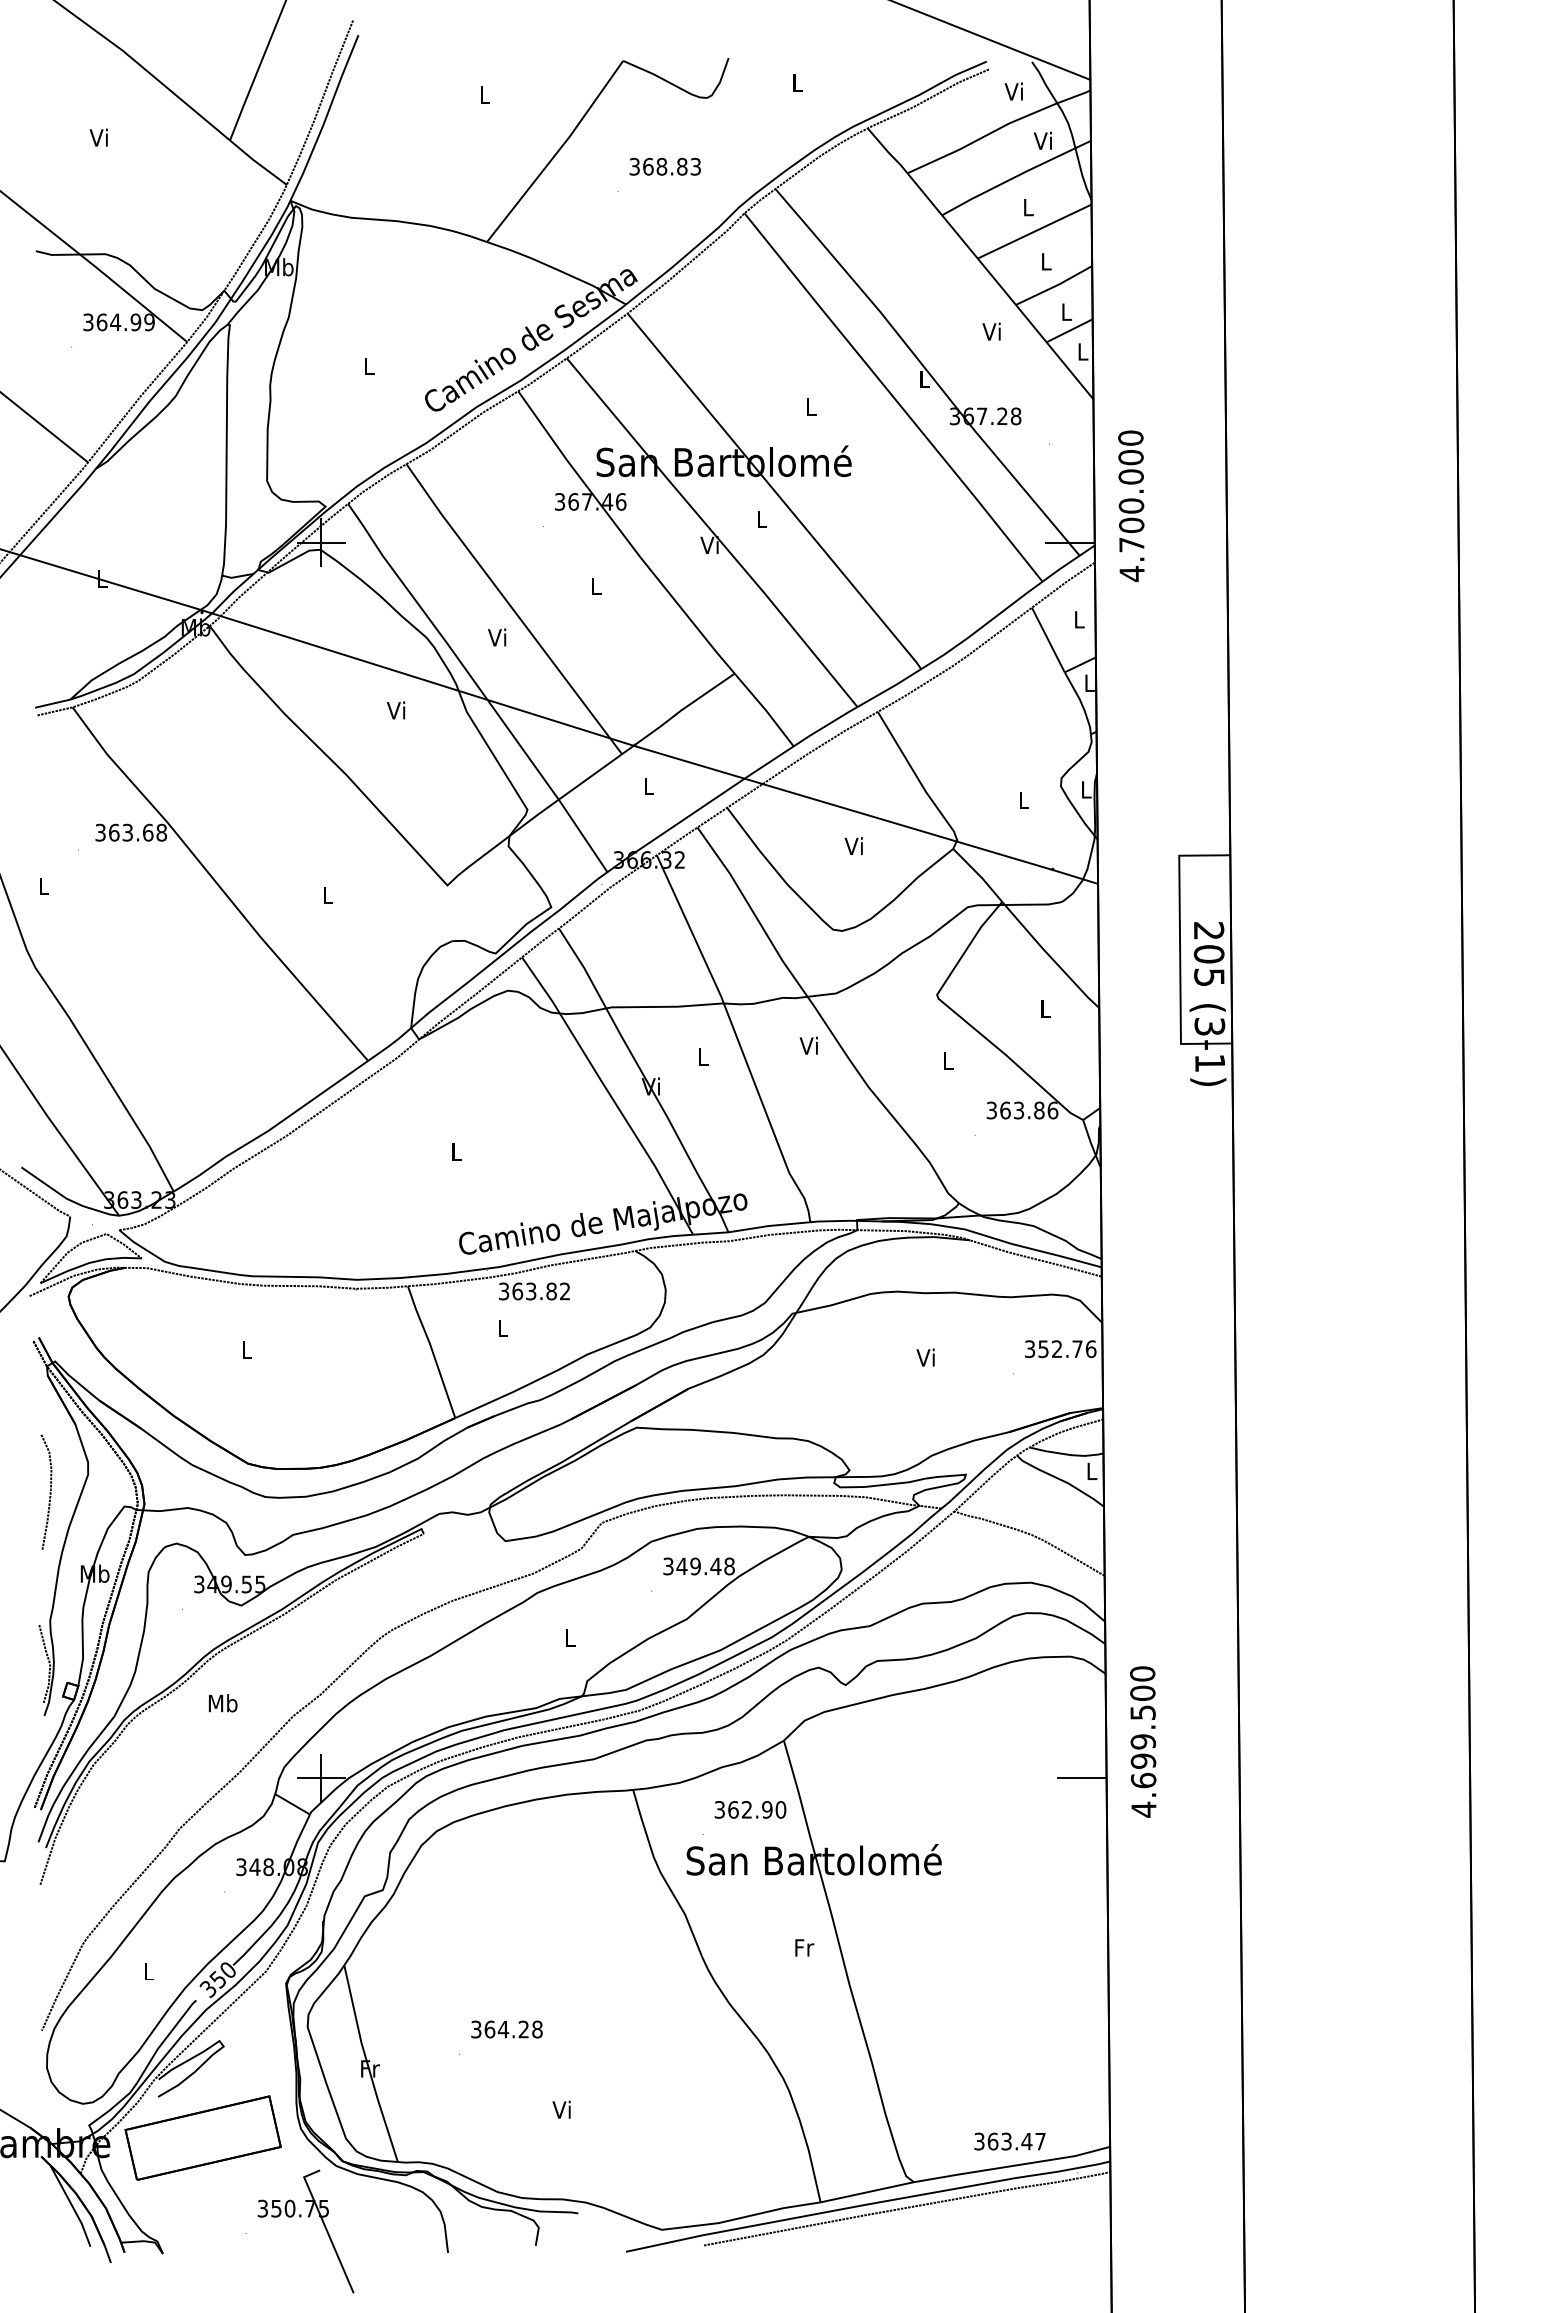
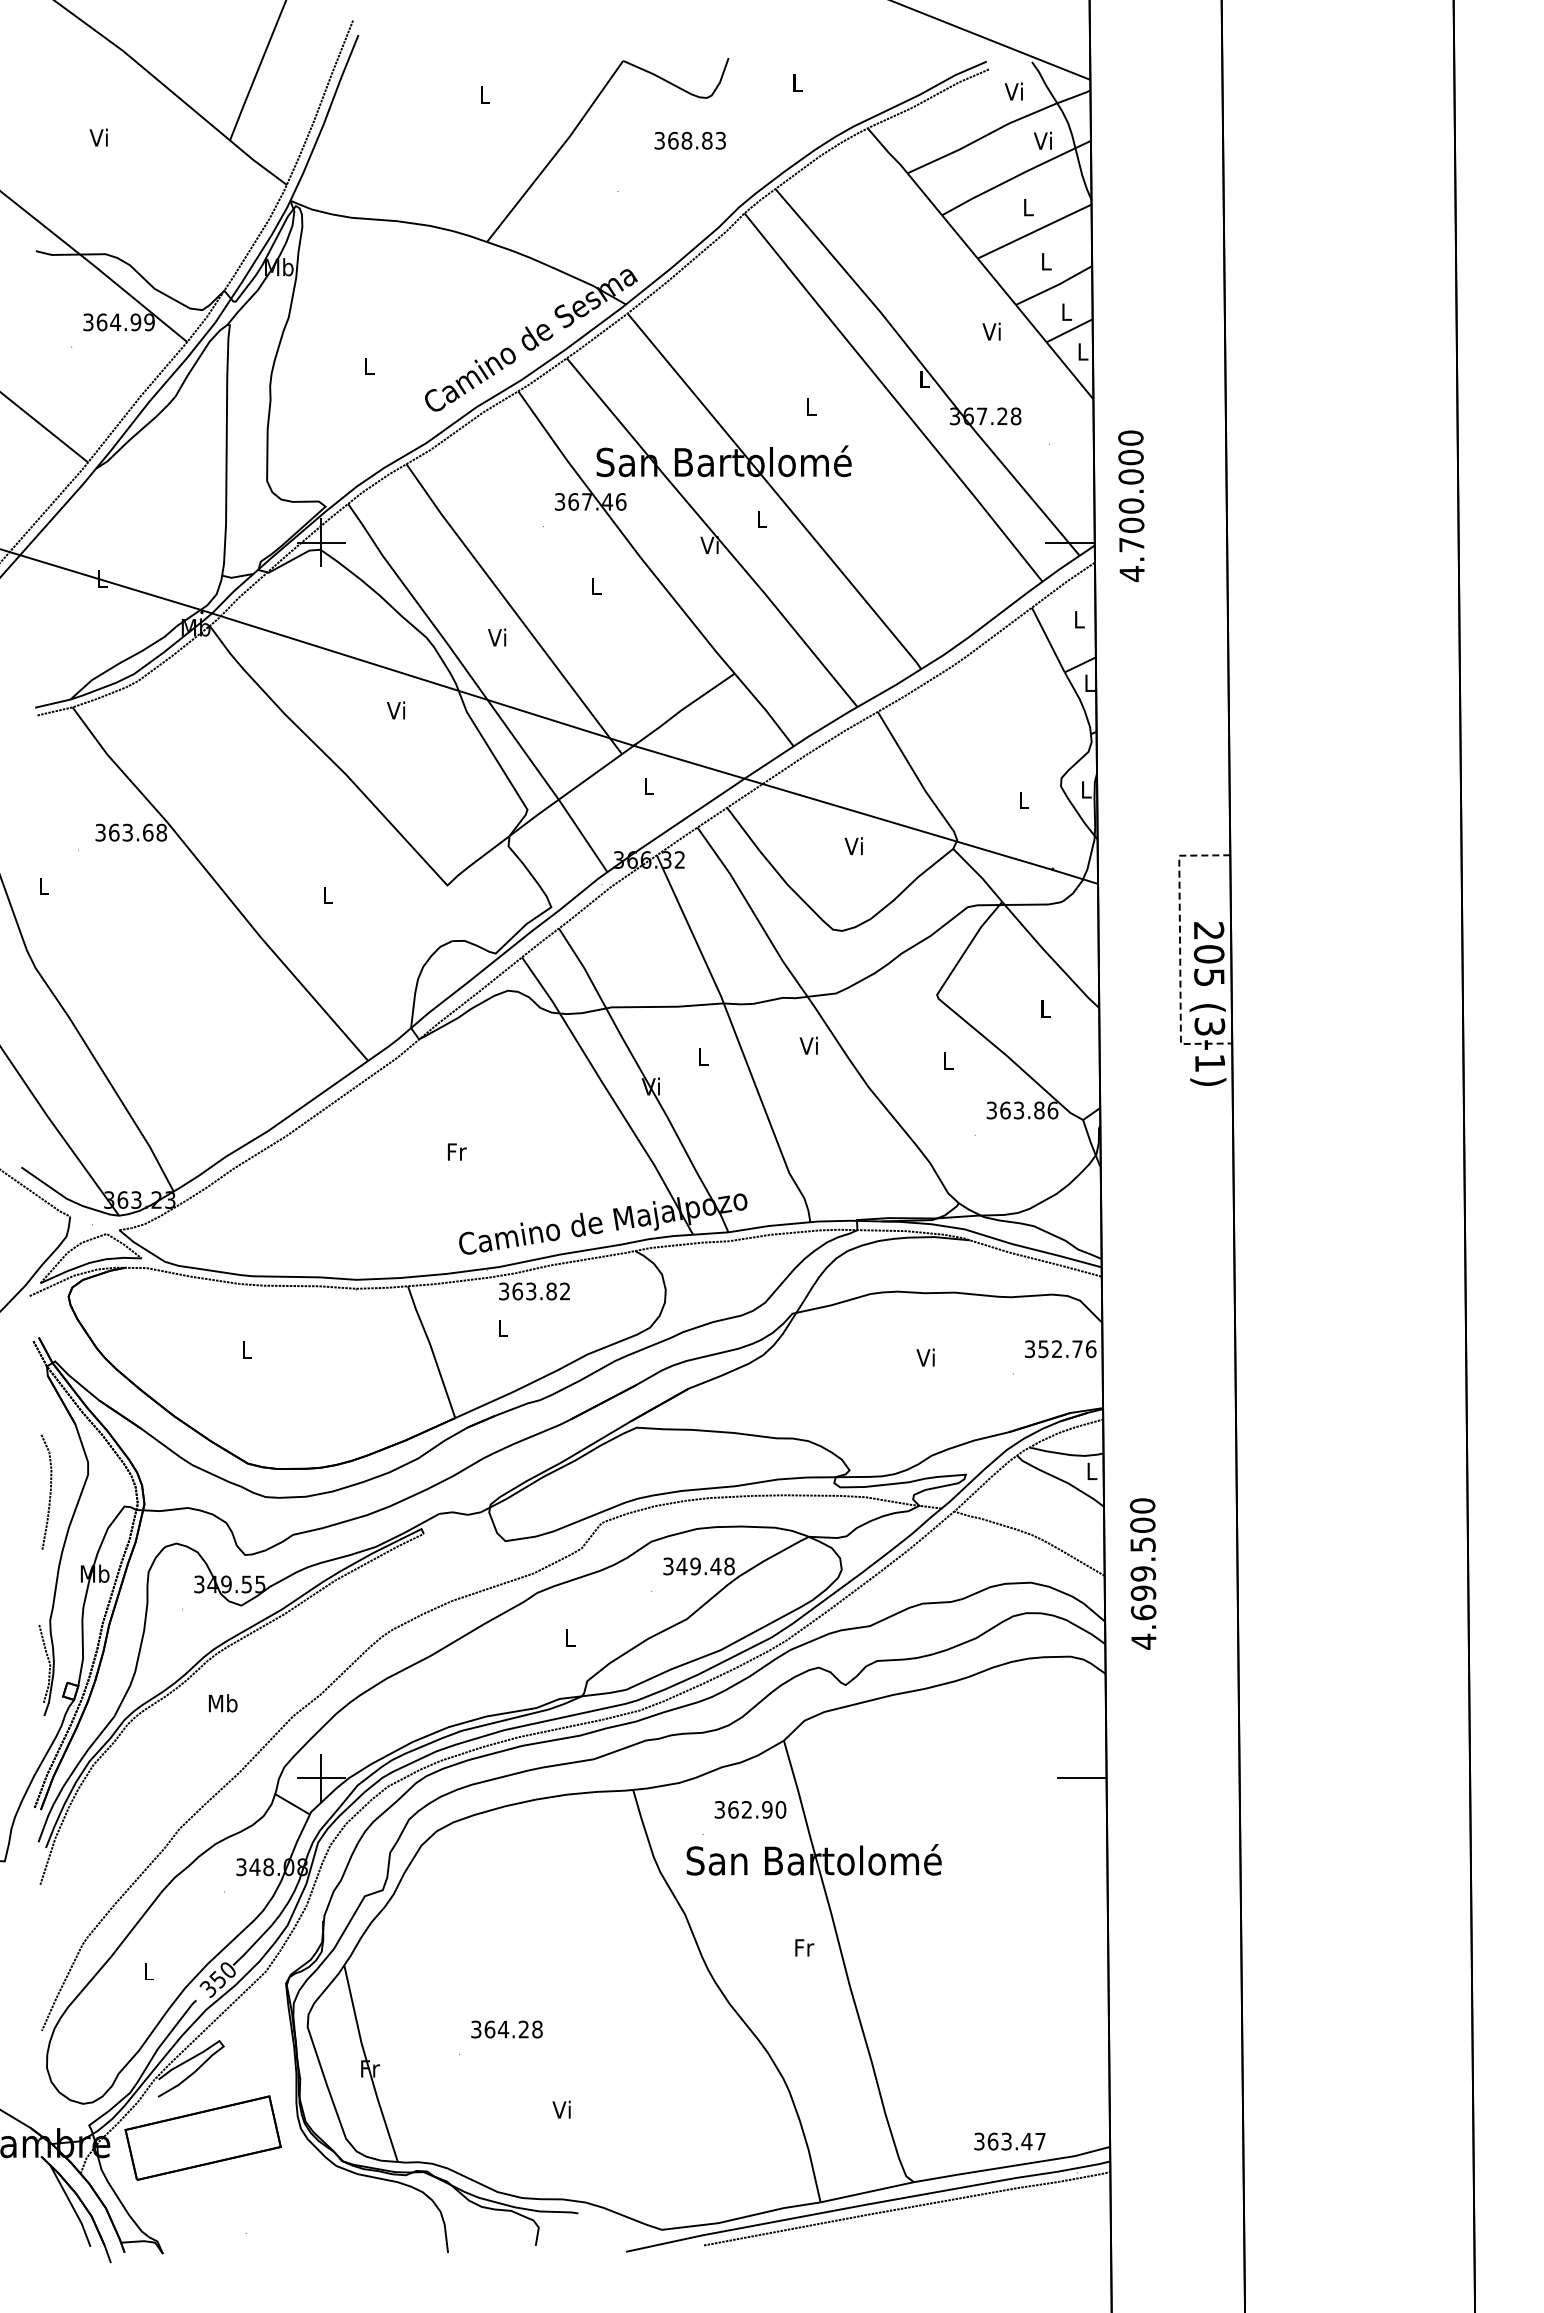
text at (664, 166) position: (664, 166) -> (689, 140)
line at (1180, 950): solid -> dashed
text at (456, 1151): L -> Fr
text at (1143, 1741) position: (1143, 1741) -> (1143, 1573)
part at (308, 2217): present -> none
